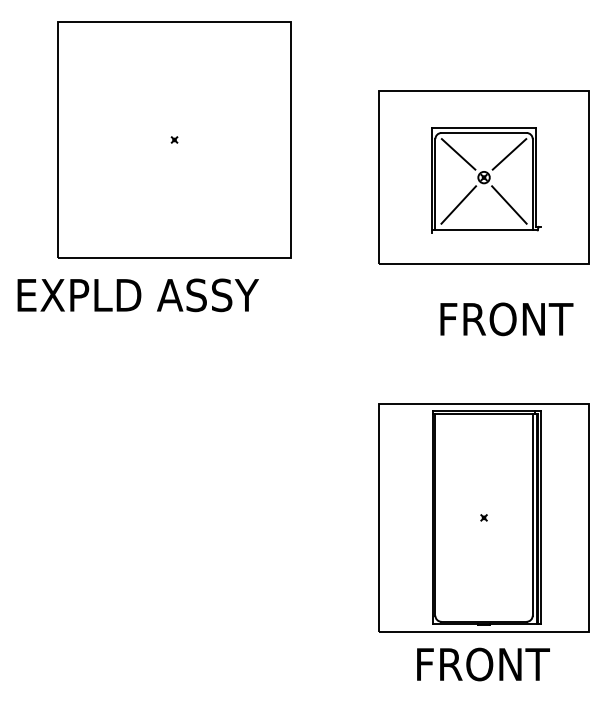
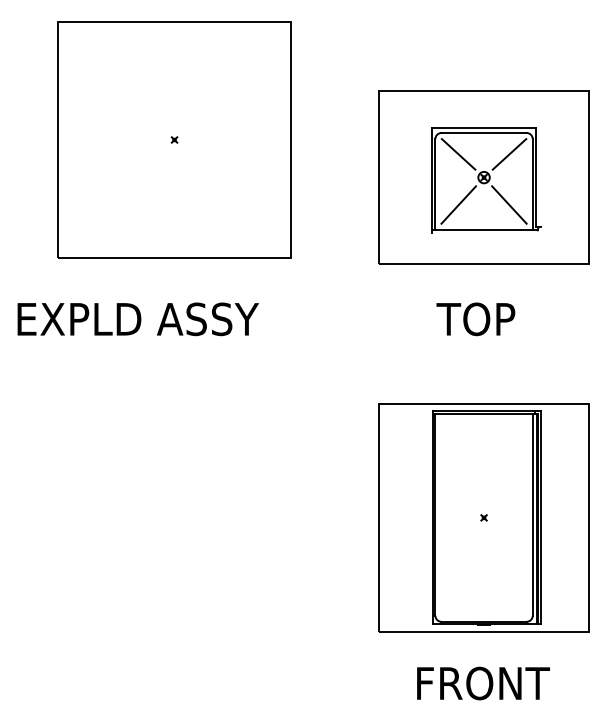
text at (137, 295) position: (137, 295) -> (137, 319)
text at (504, 319): FRONT -> TOP
text at (483, 664) position: (483, 664) -> (483, 683)
